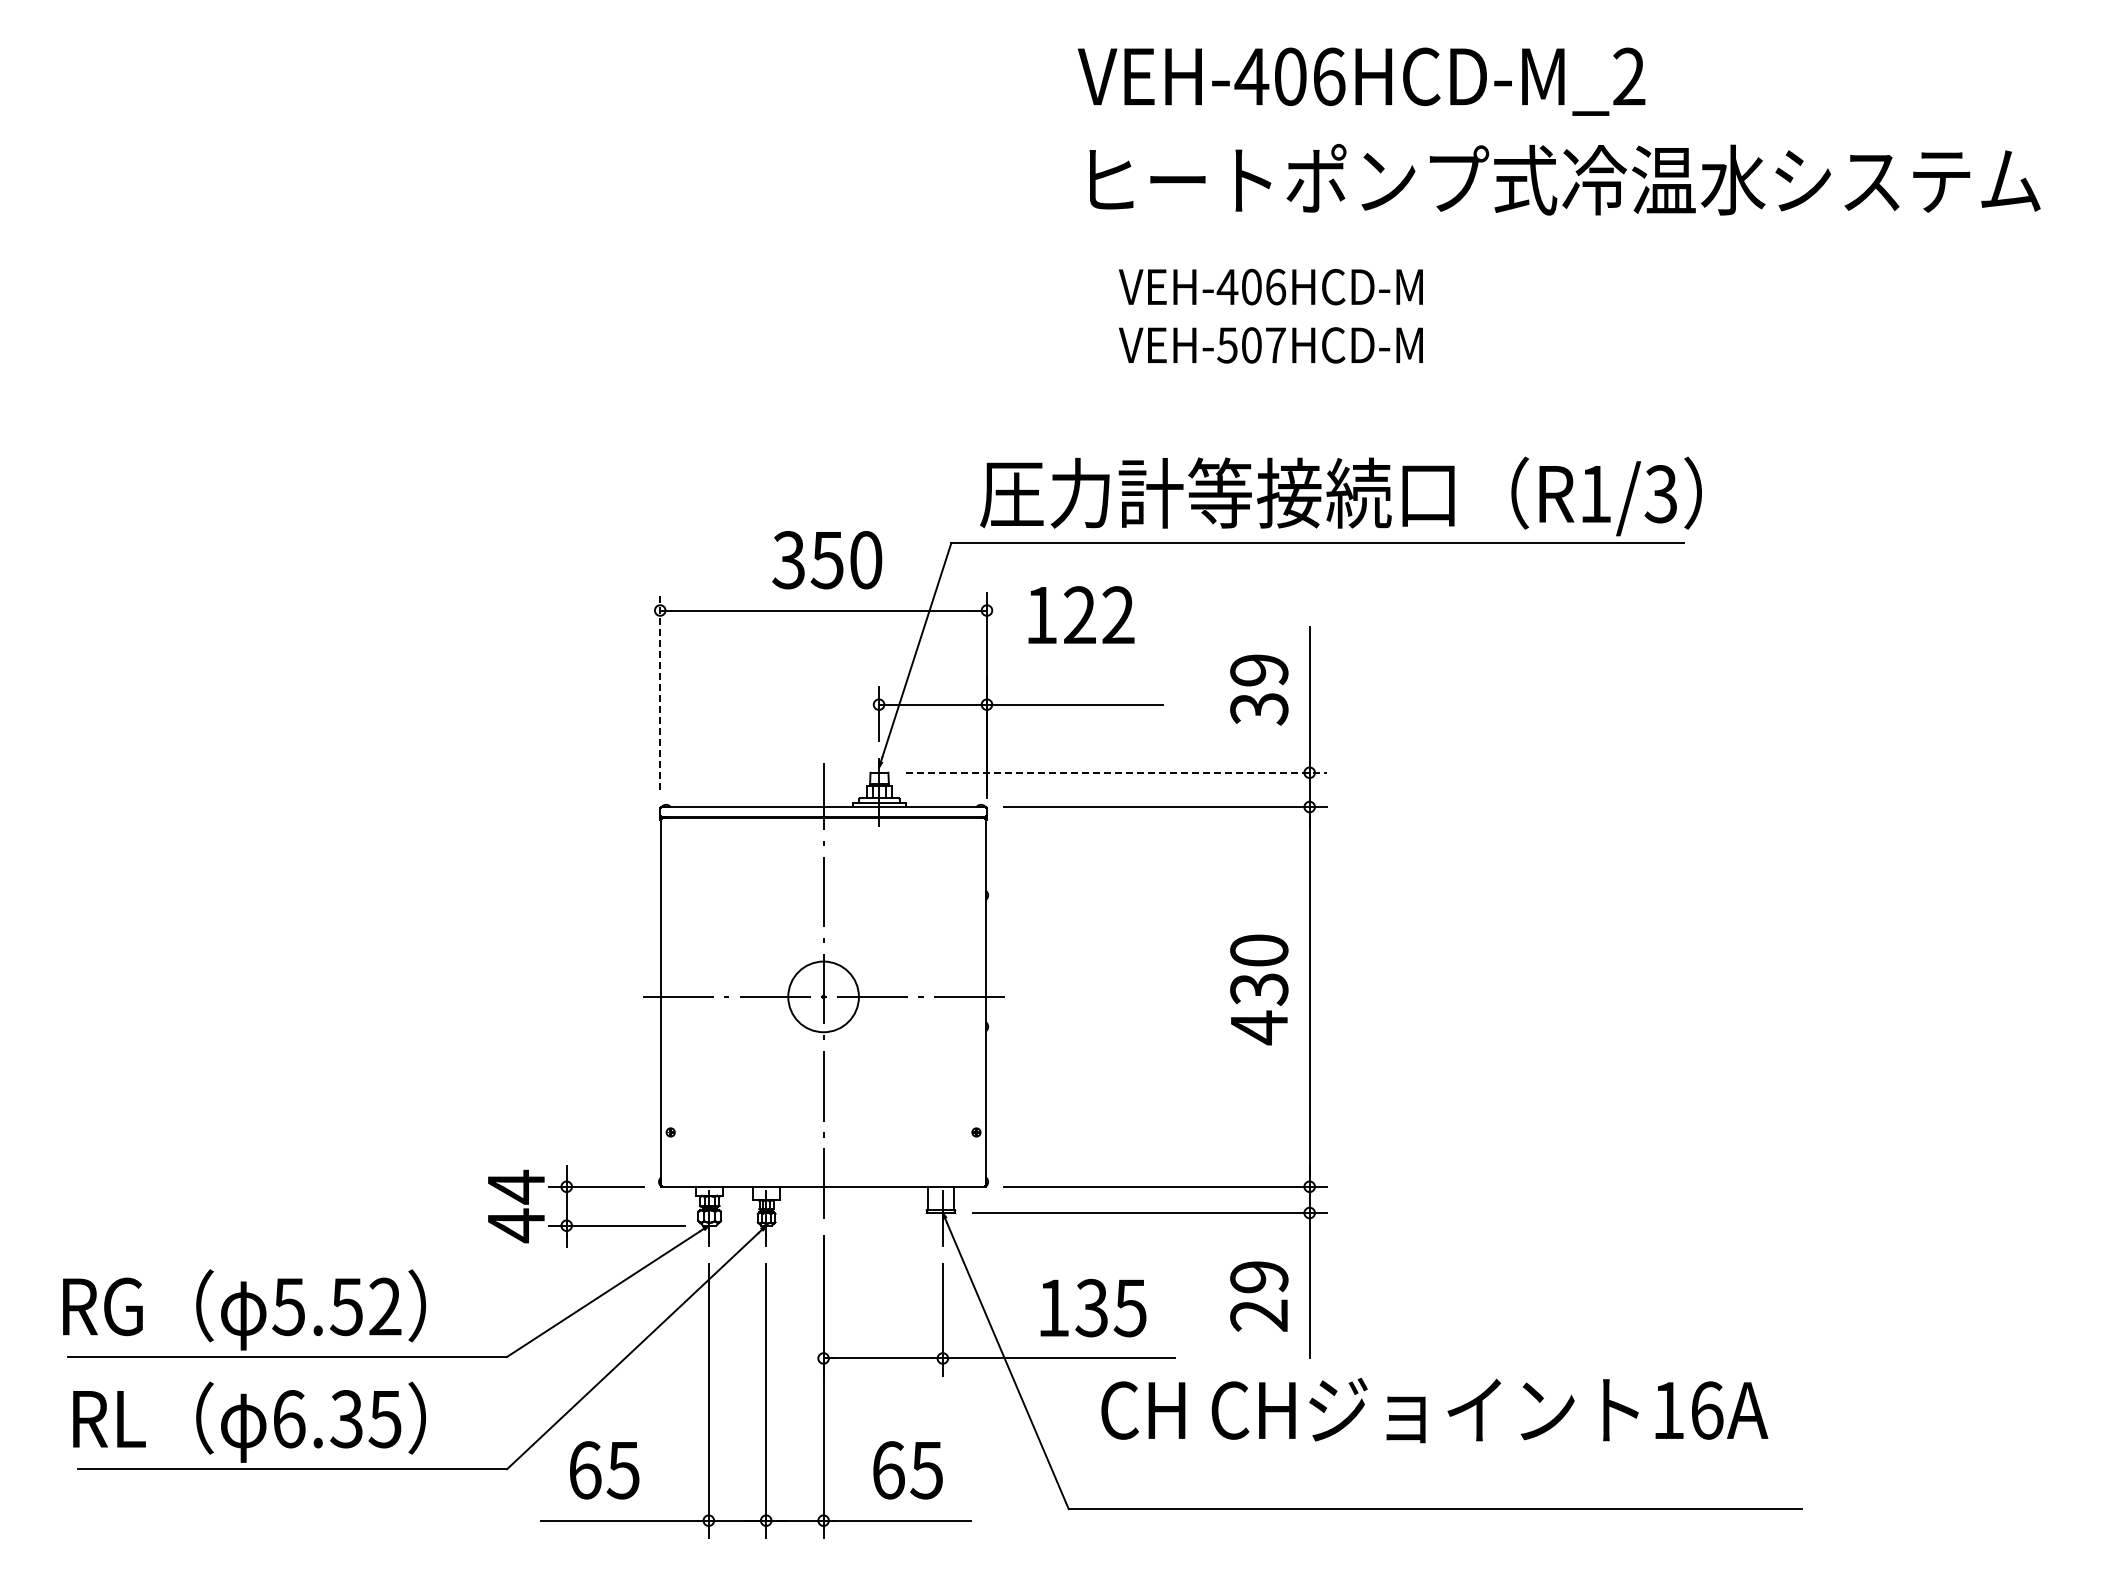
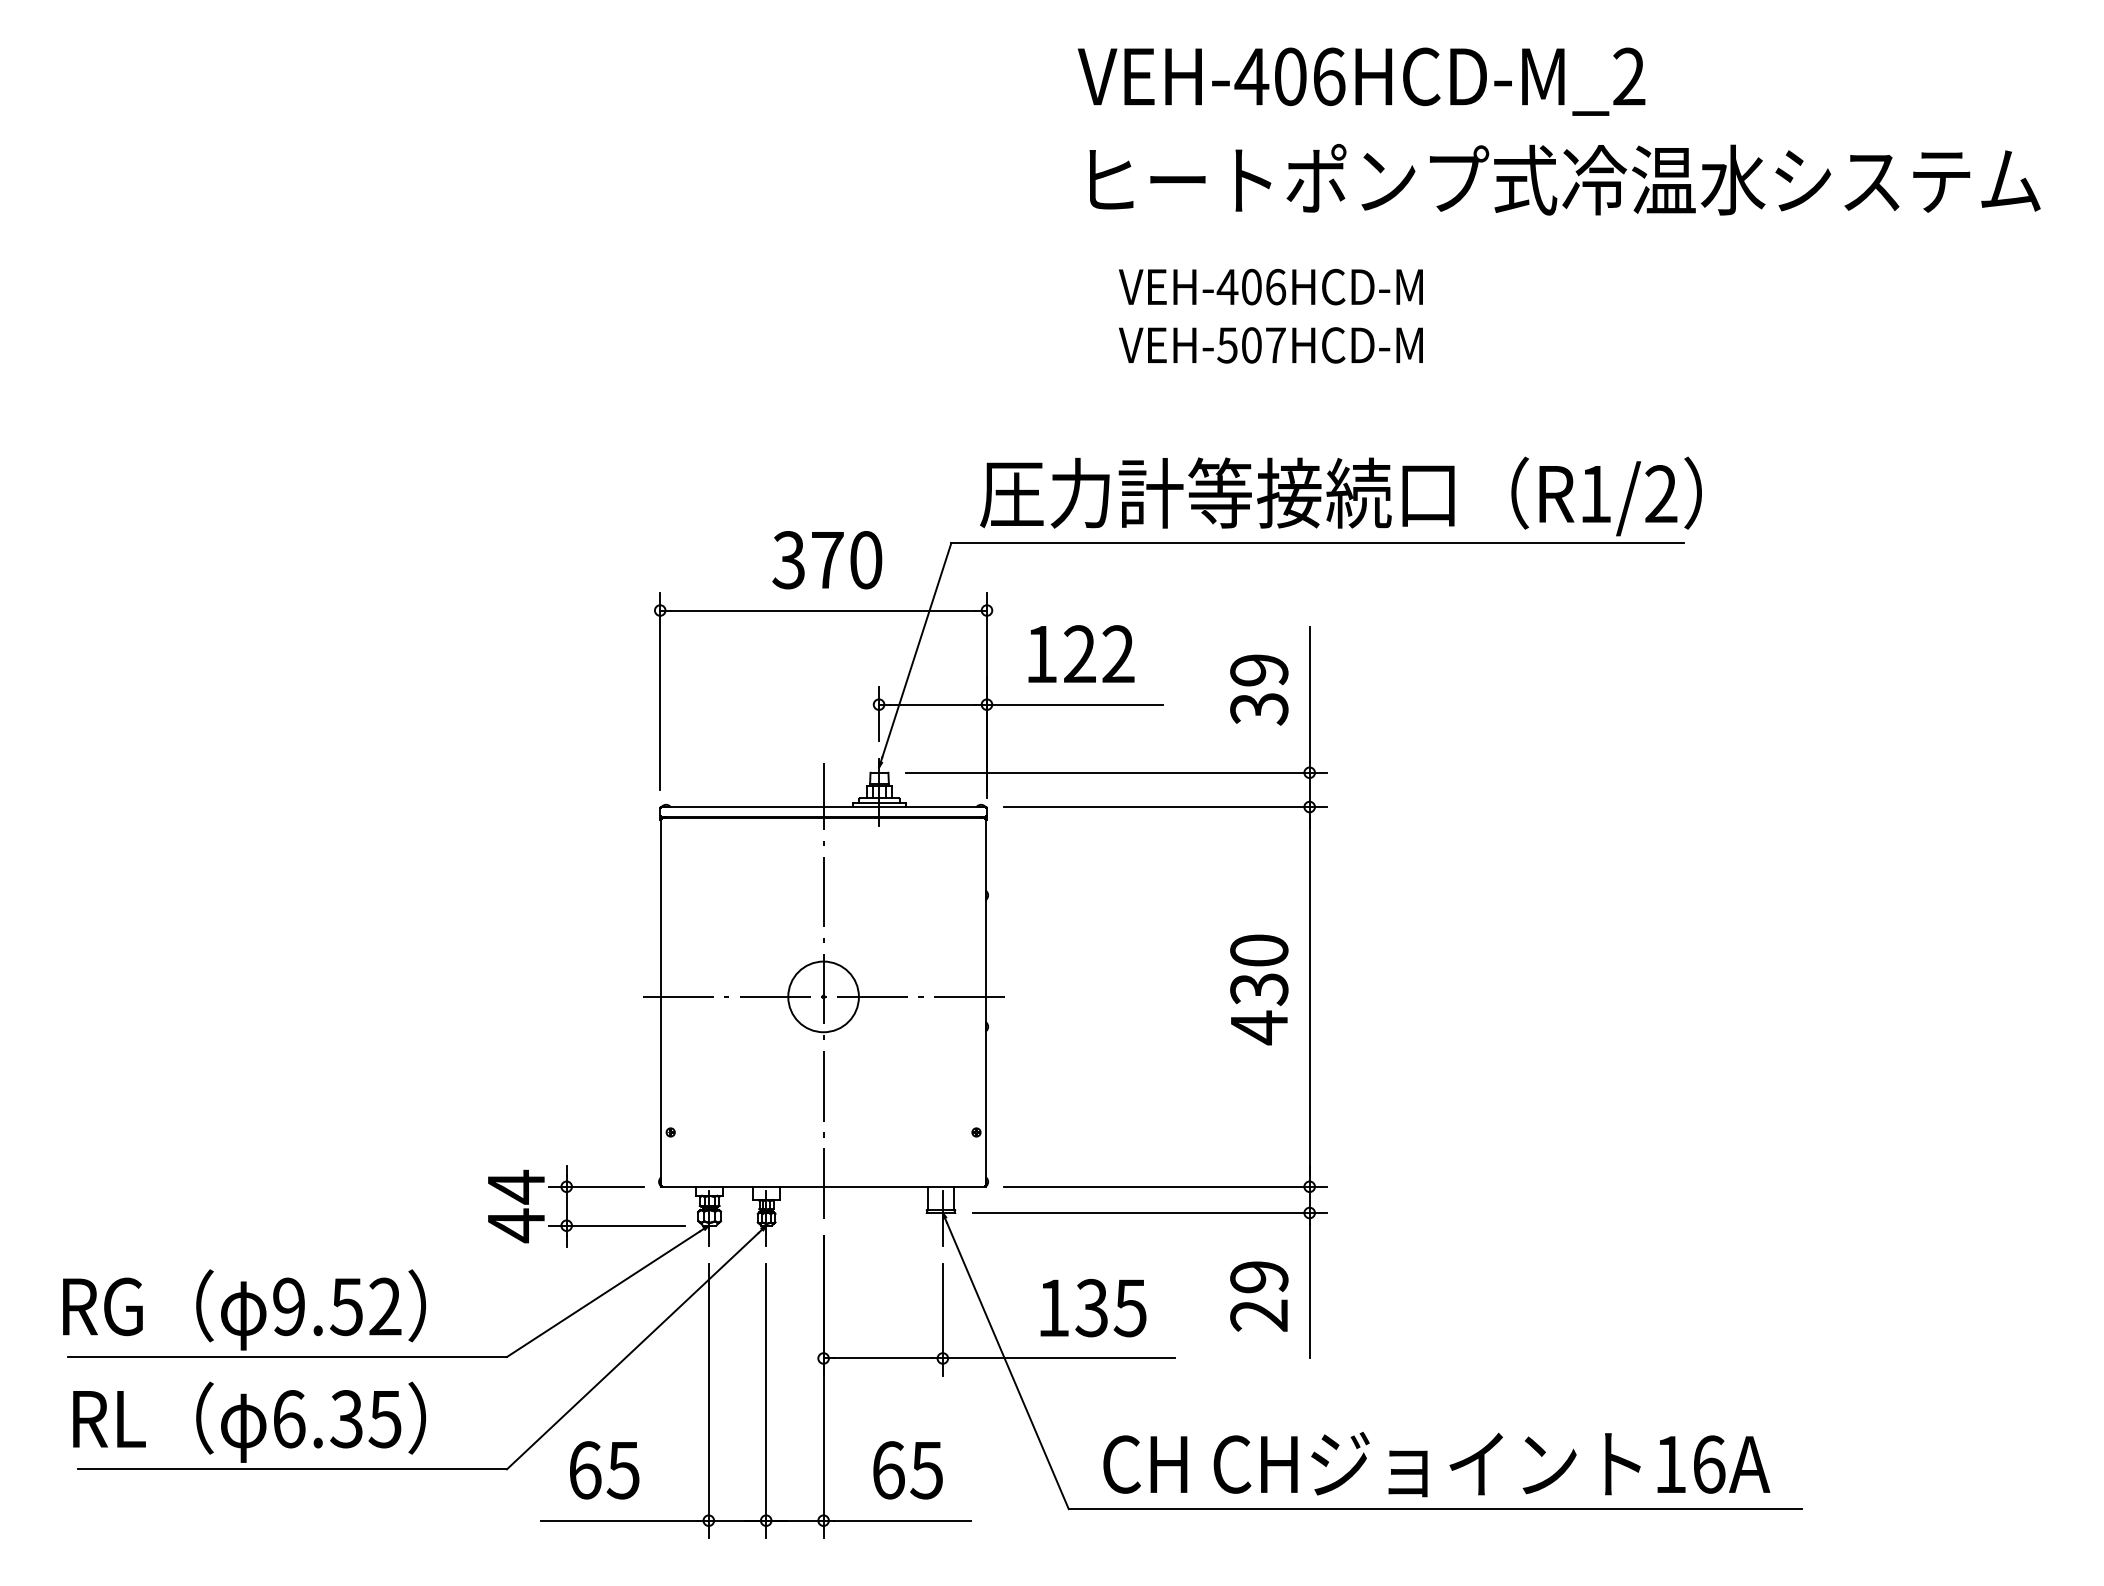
text at (1660, 494): R1/3 -> R1/2
text at (826, 560): 350 -> 370
text at (1081, 614) position: (1081, 614) -> (1081, 653)
line at (660, 691): dashed -> solid
line at (1116, 772): dashed -> solid
text at (288, 1306): 5.52 -> 9.52
text at (1434, 1410) position: (1434, 1410) -> (1436, 1464)
